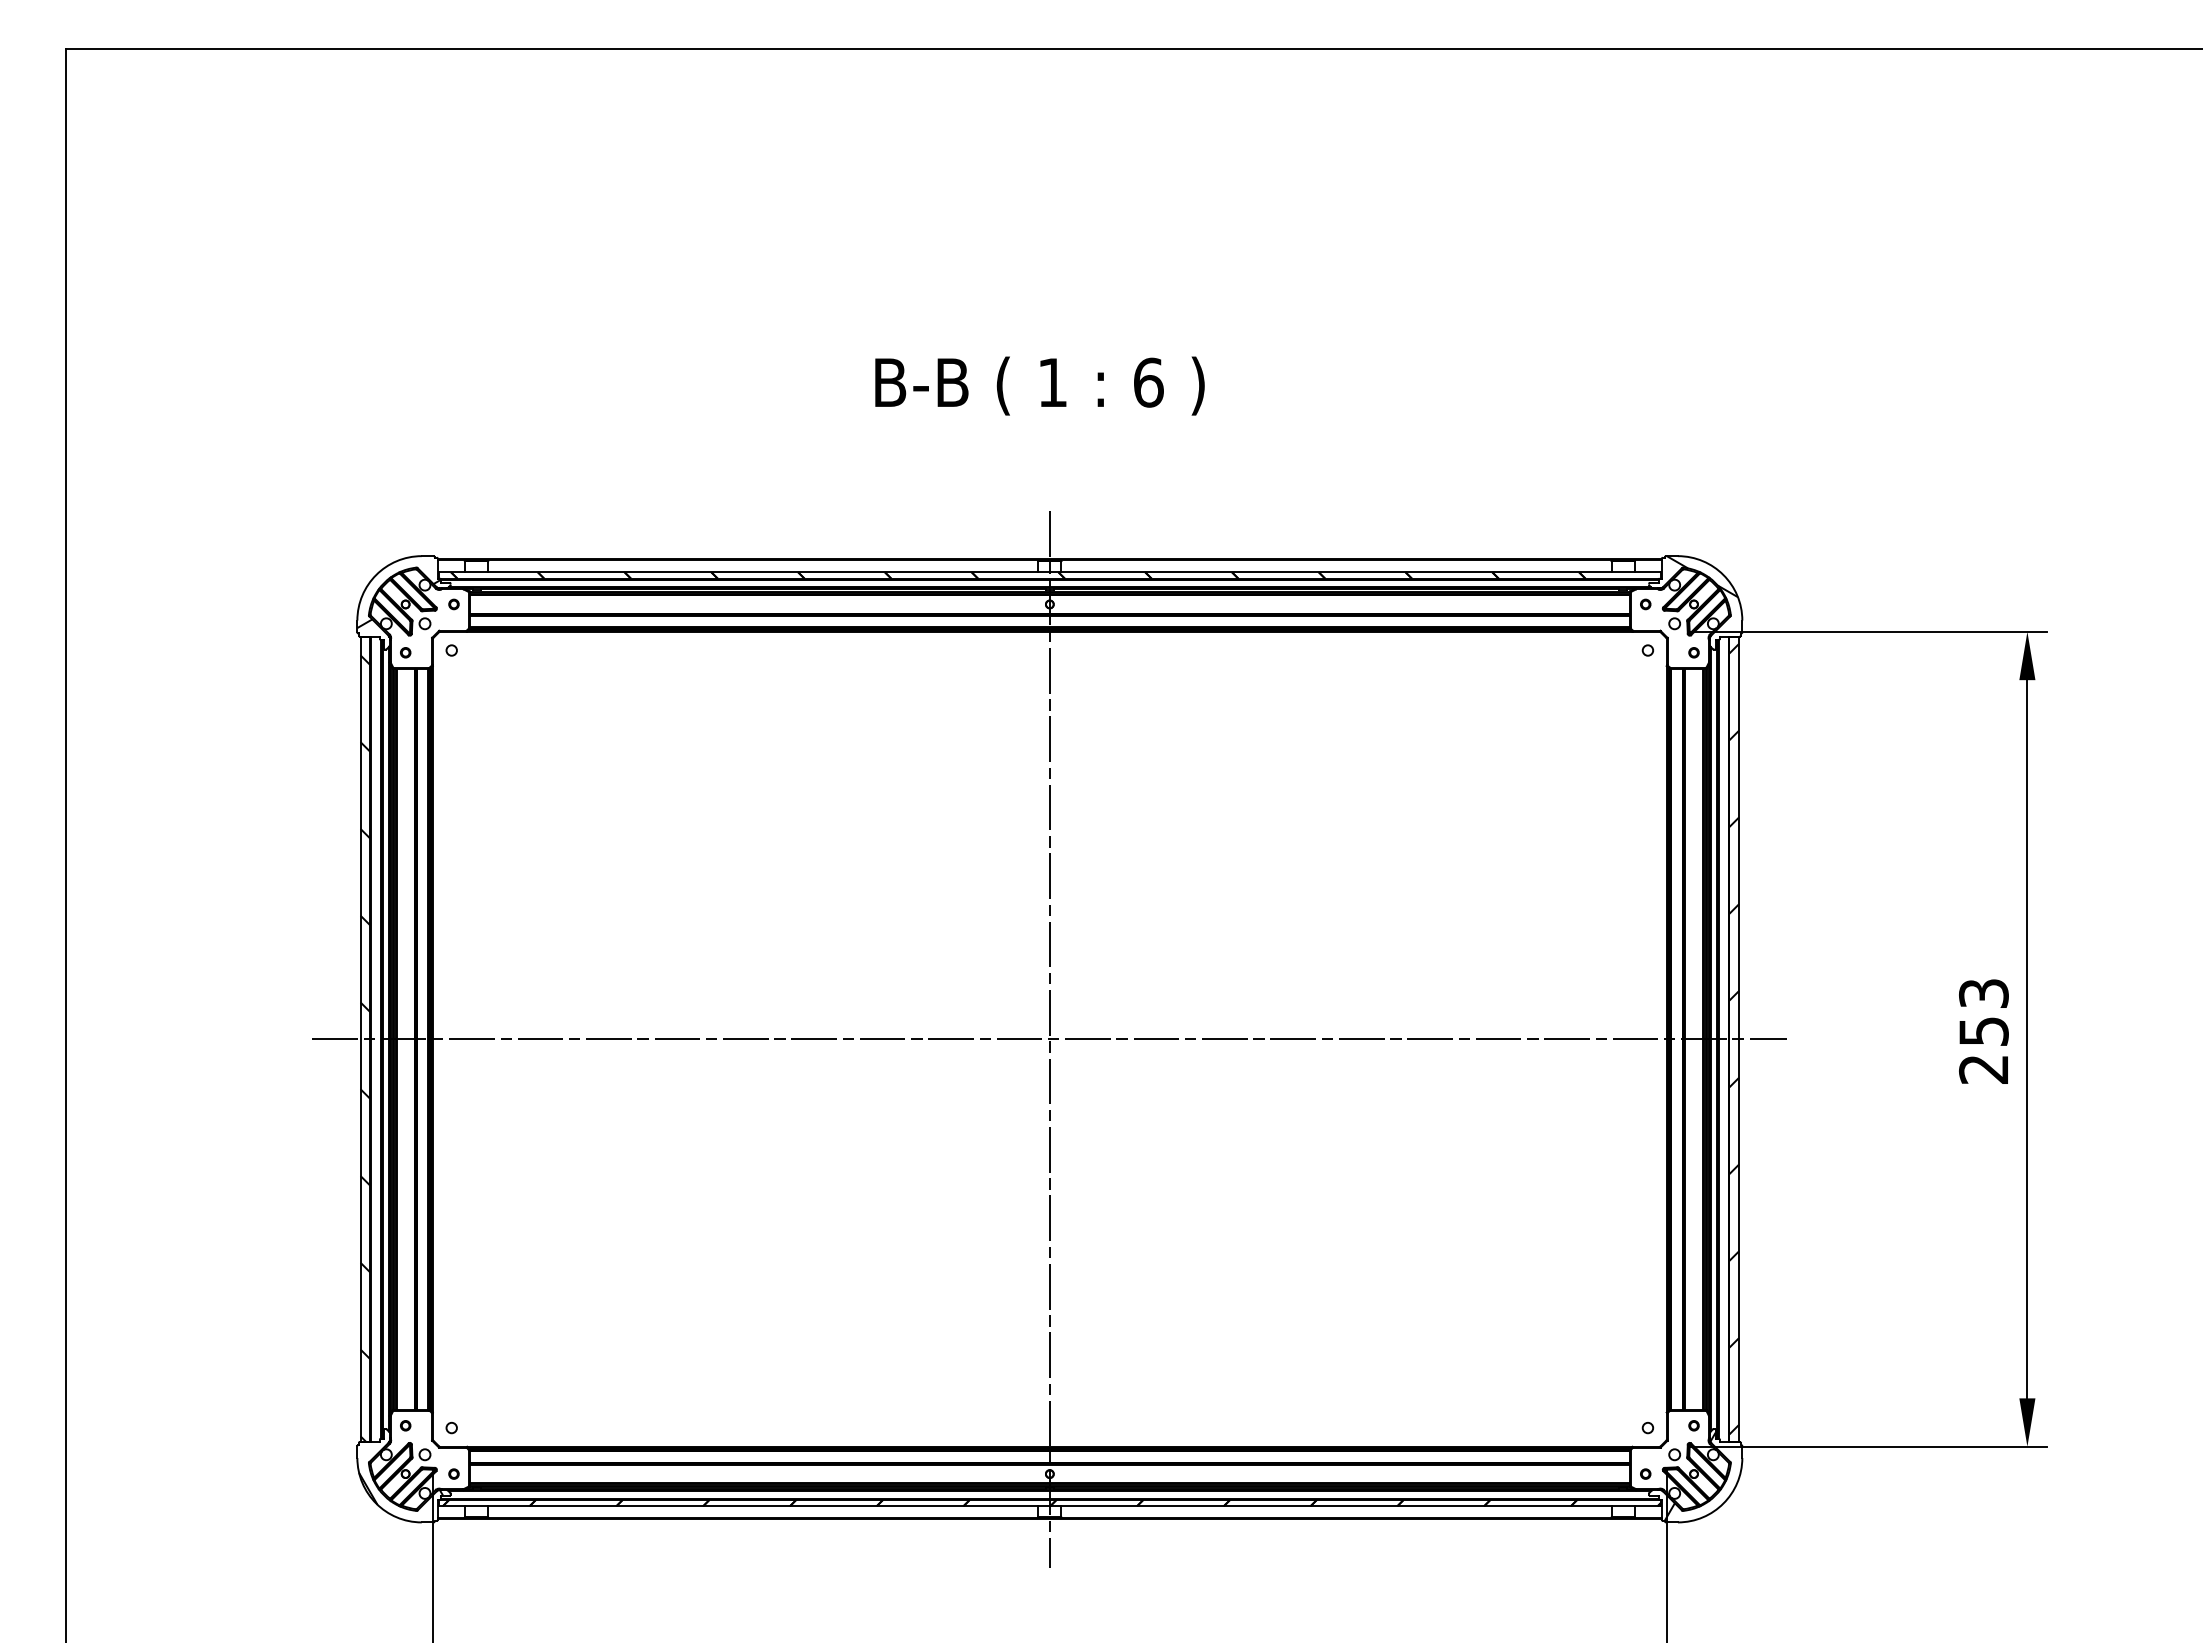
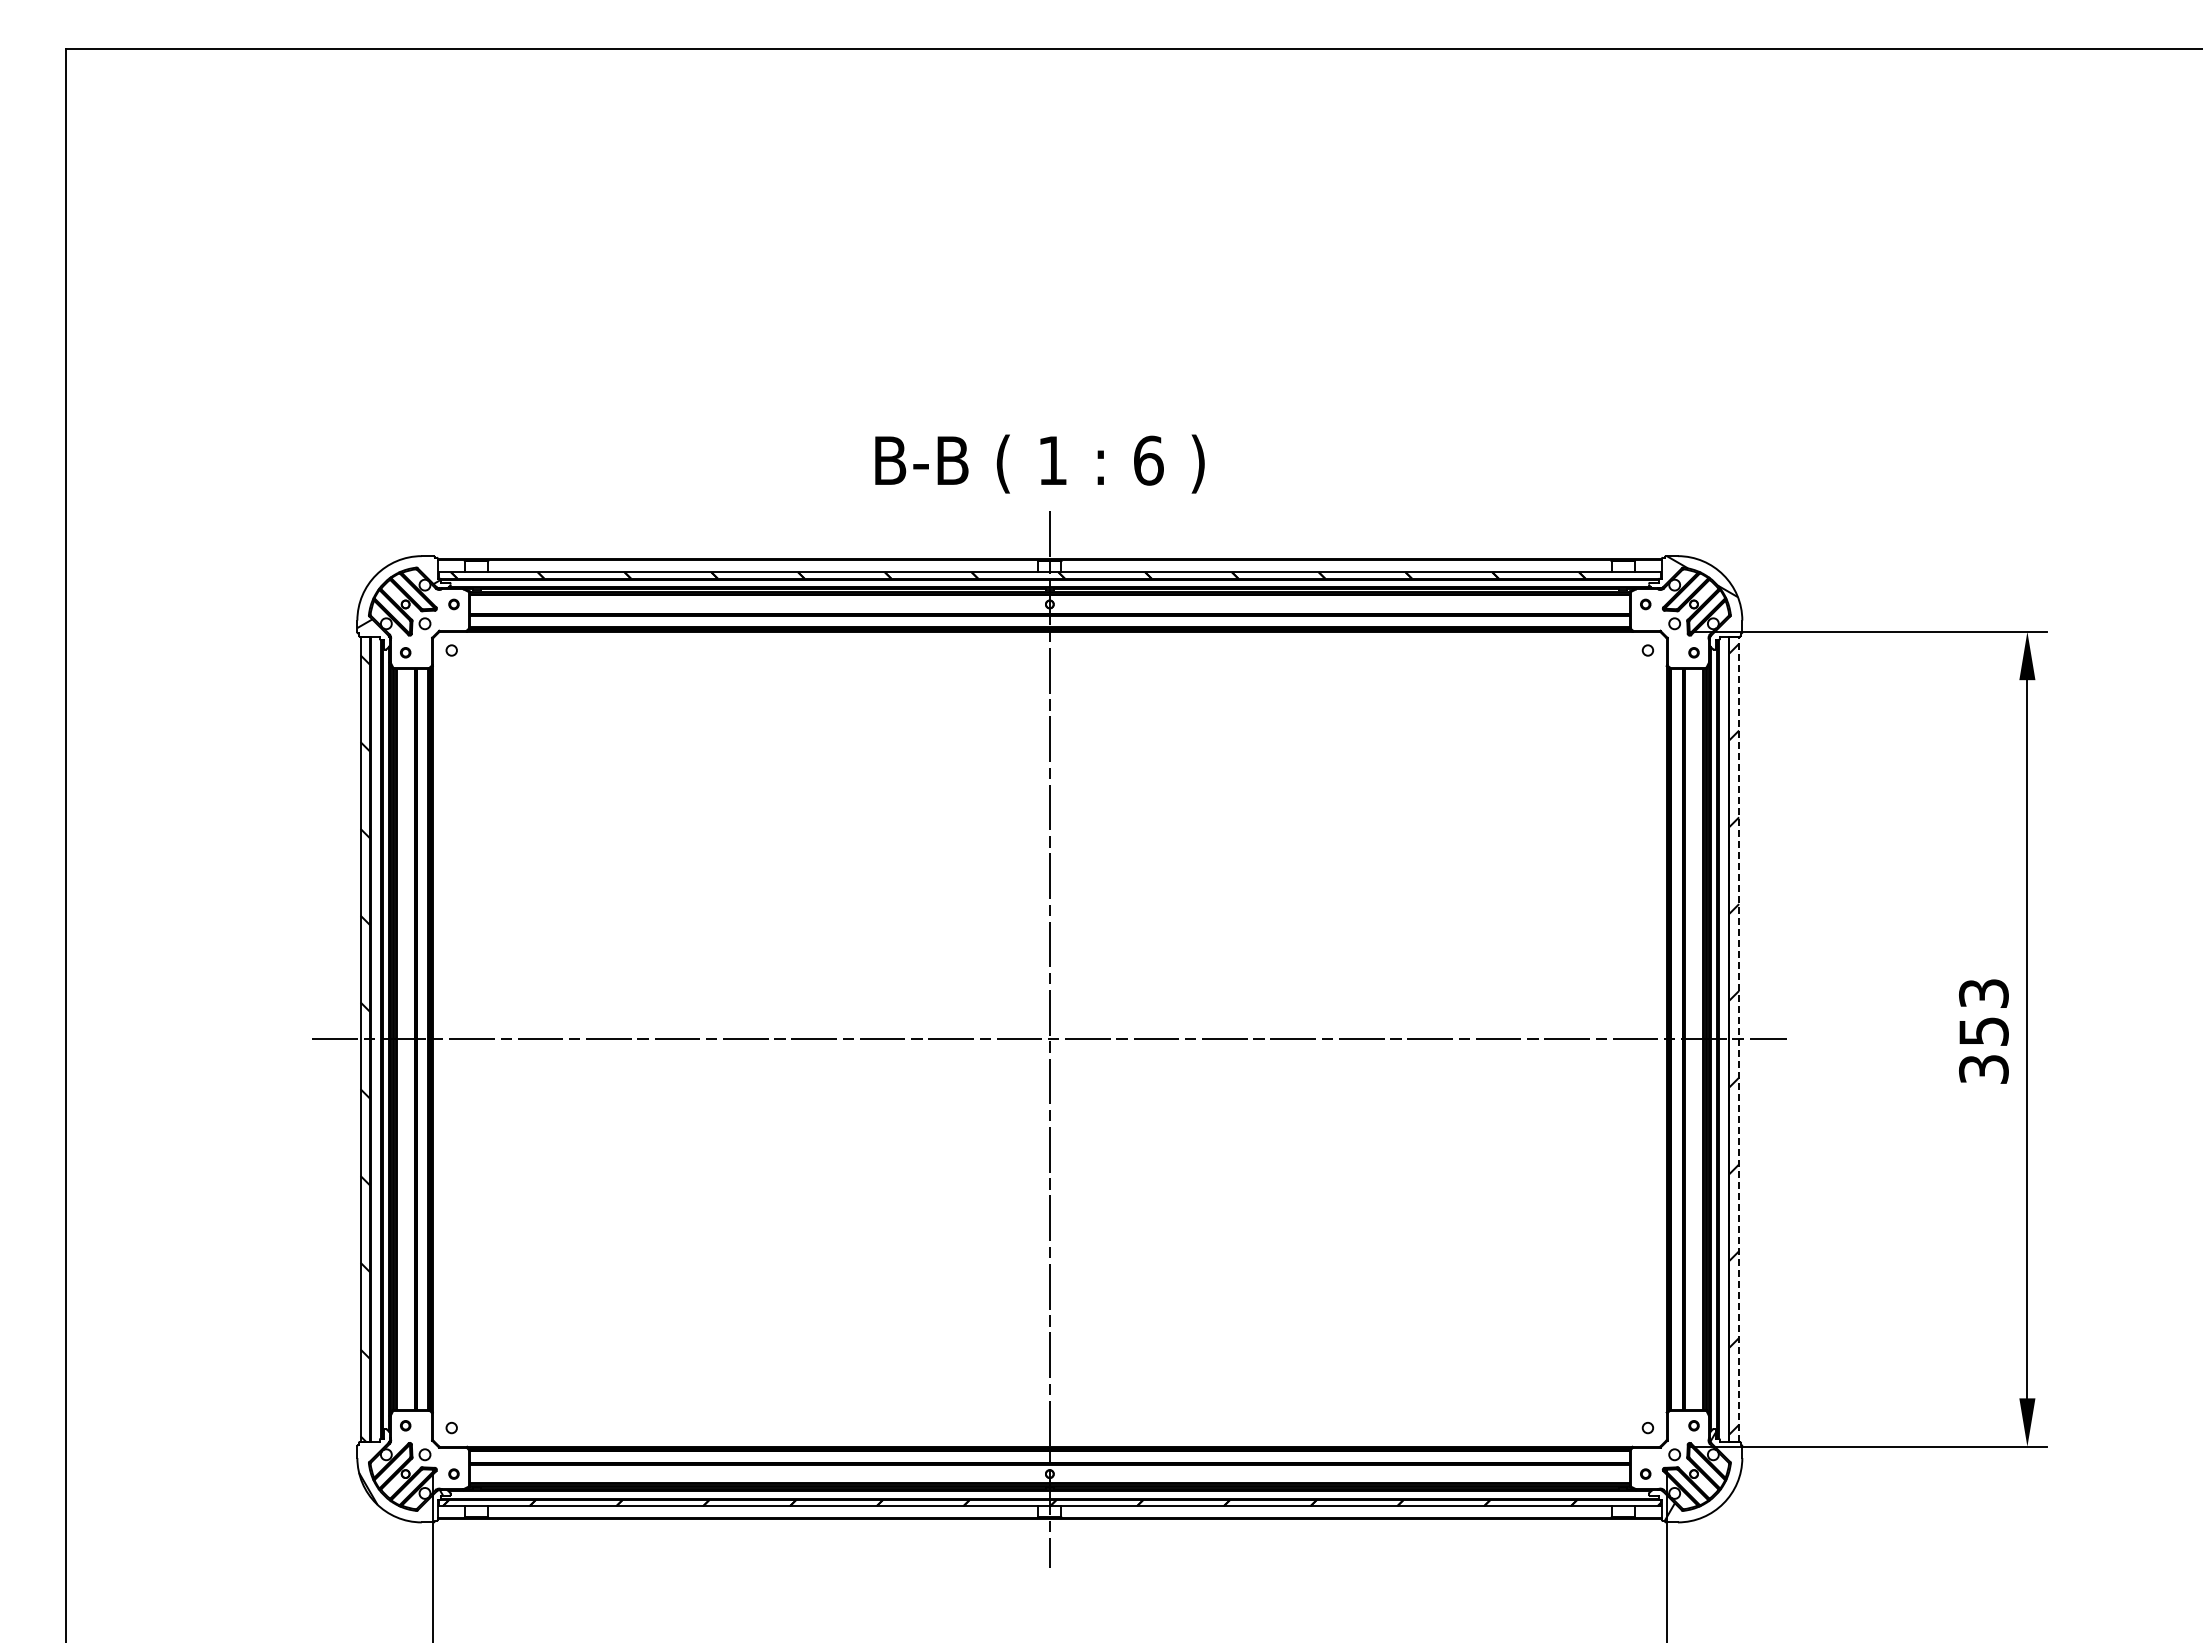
text at (1039, 385) position: (1039, 385) -> (1039, 463)
line at (1739, 1039): solid -> dashed
text at (1983, 1069): 253 -> 353
